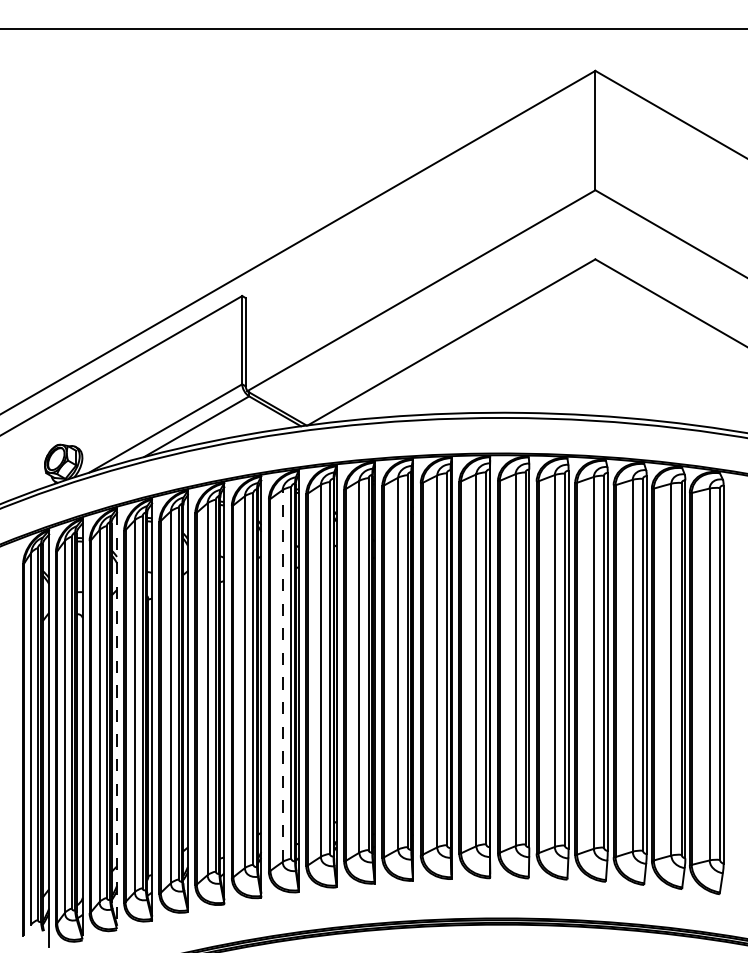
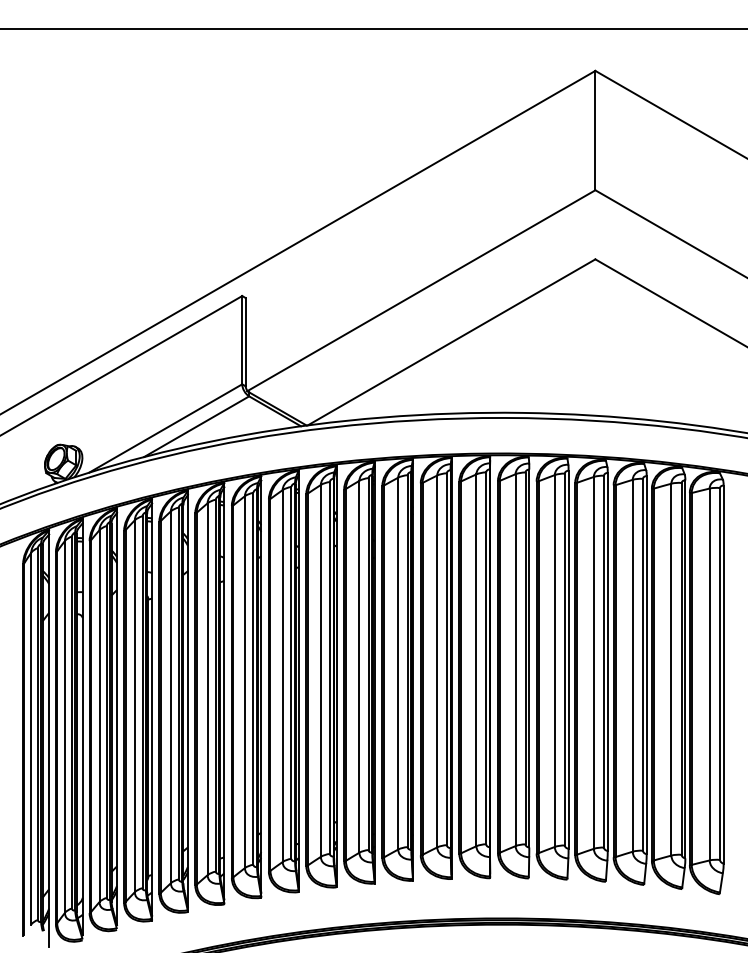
line at (282, 676): dashed -> solid
line at (117, 719): dashed -> solid
